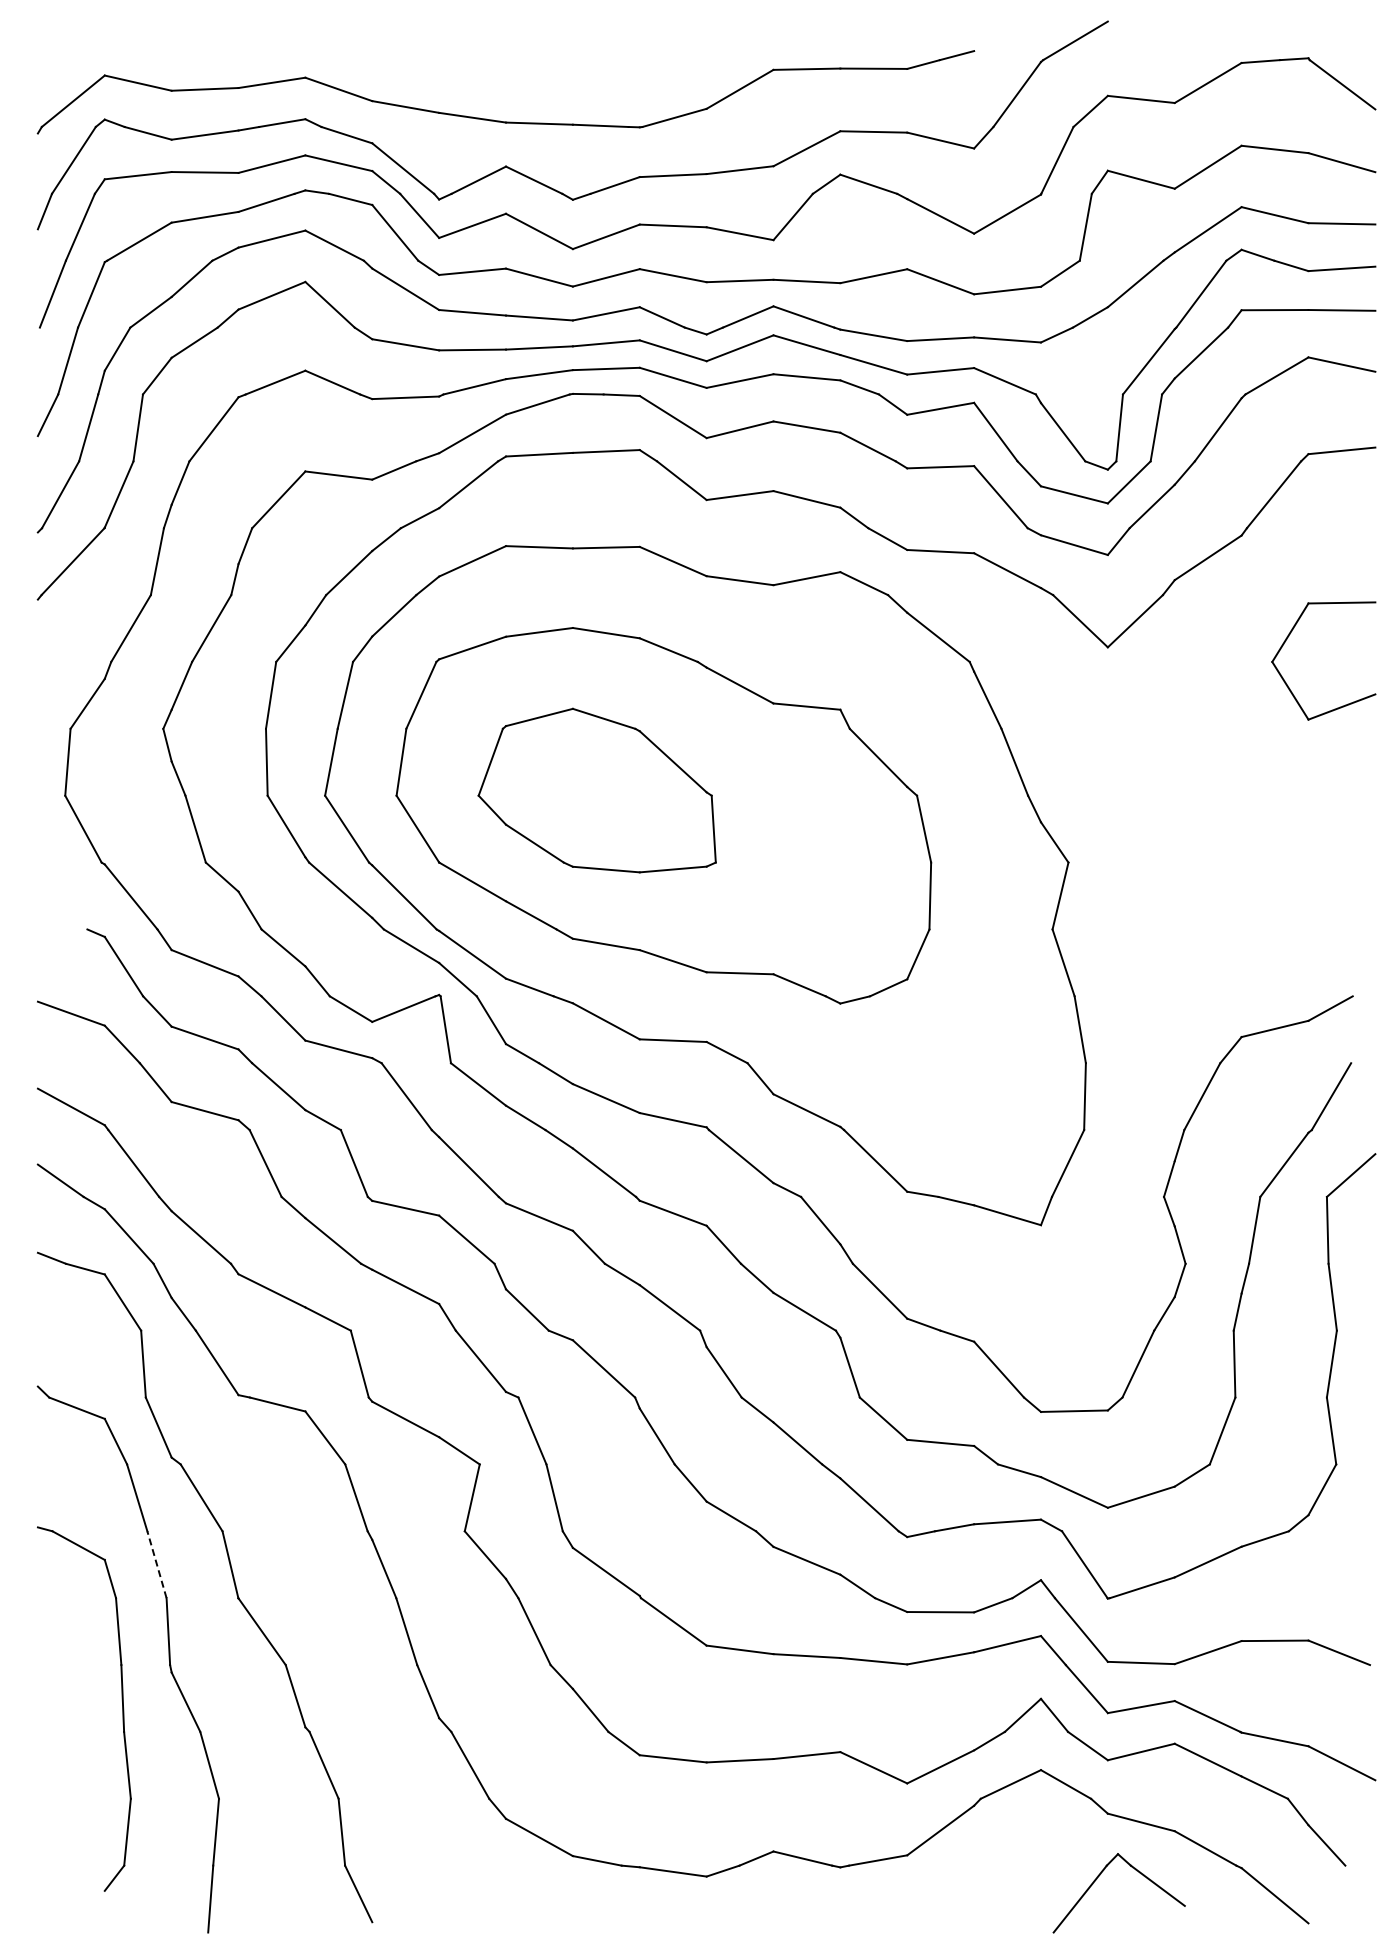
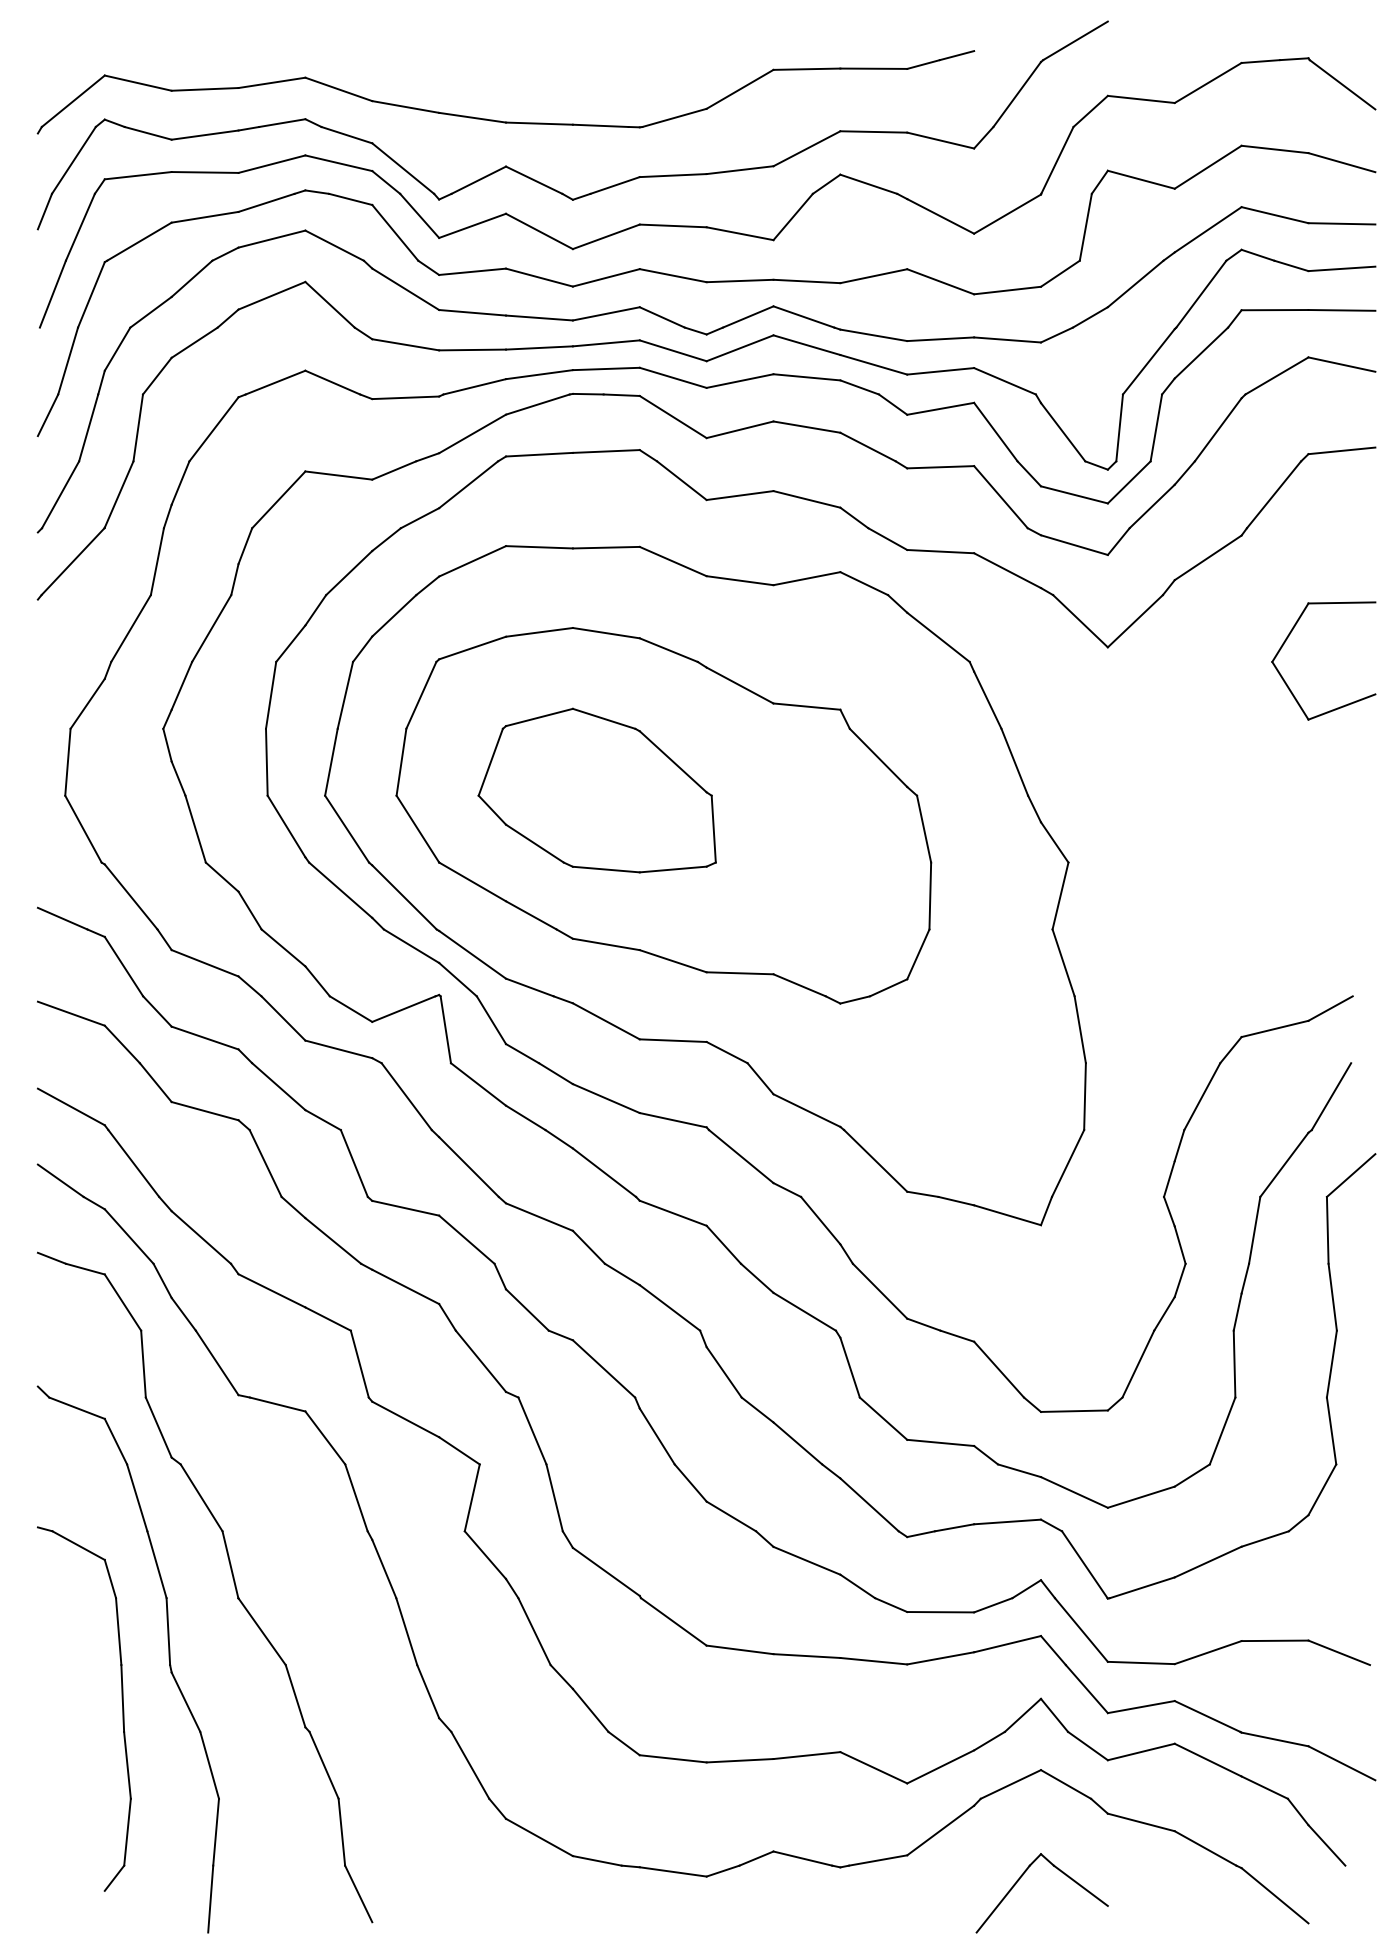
line at (62, 918): none -> present
line at (156, 1564): dashed -> solid
part at (1097, 1879) position: (1097, 1879) -> (1020, 1879)
